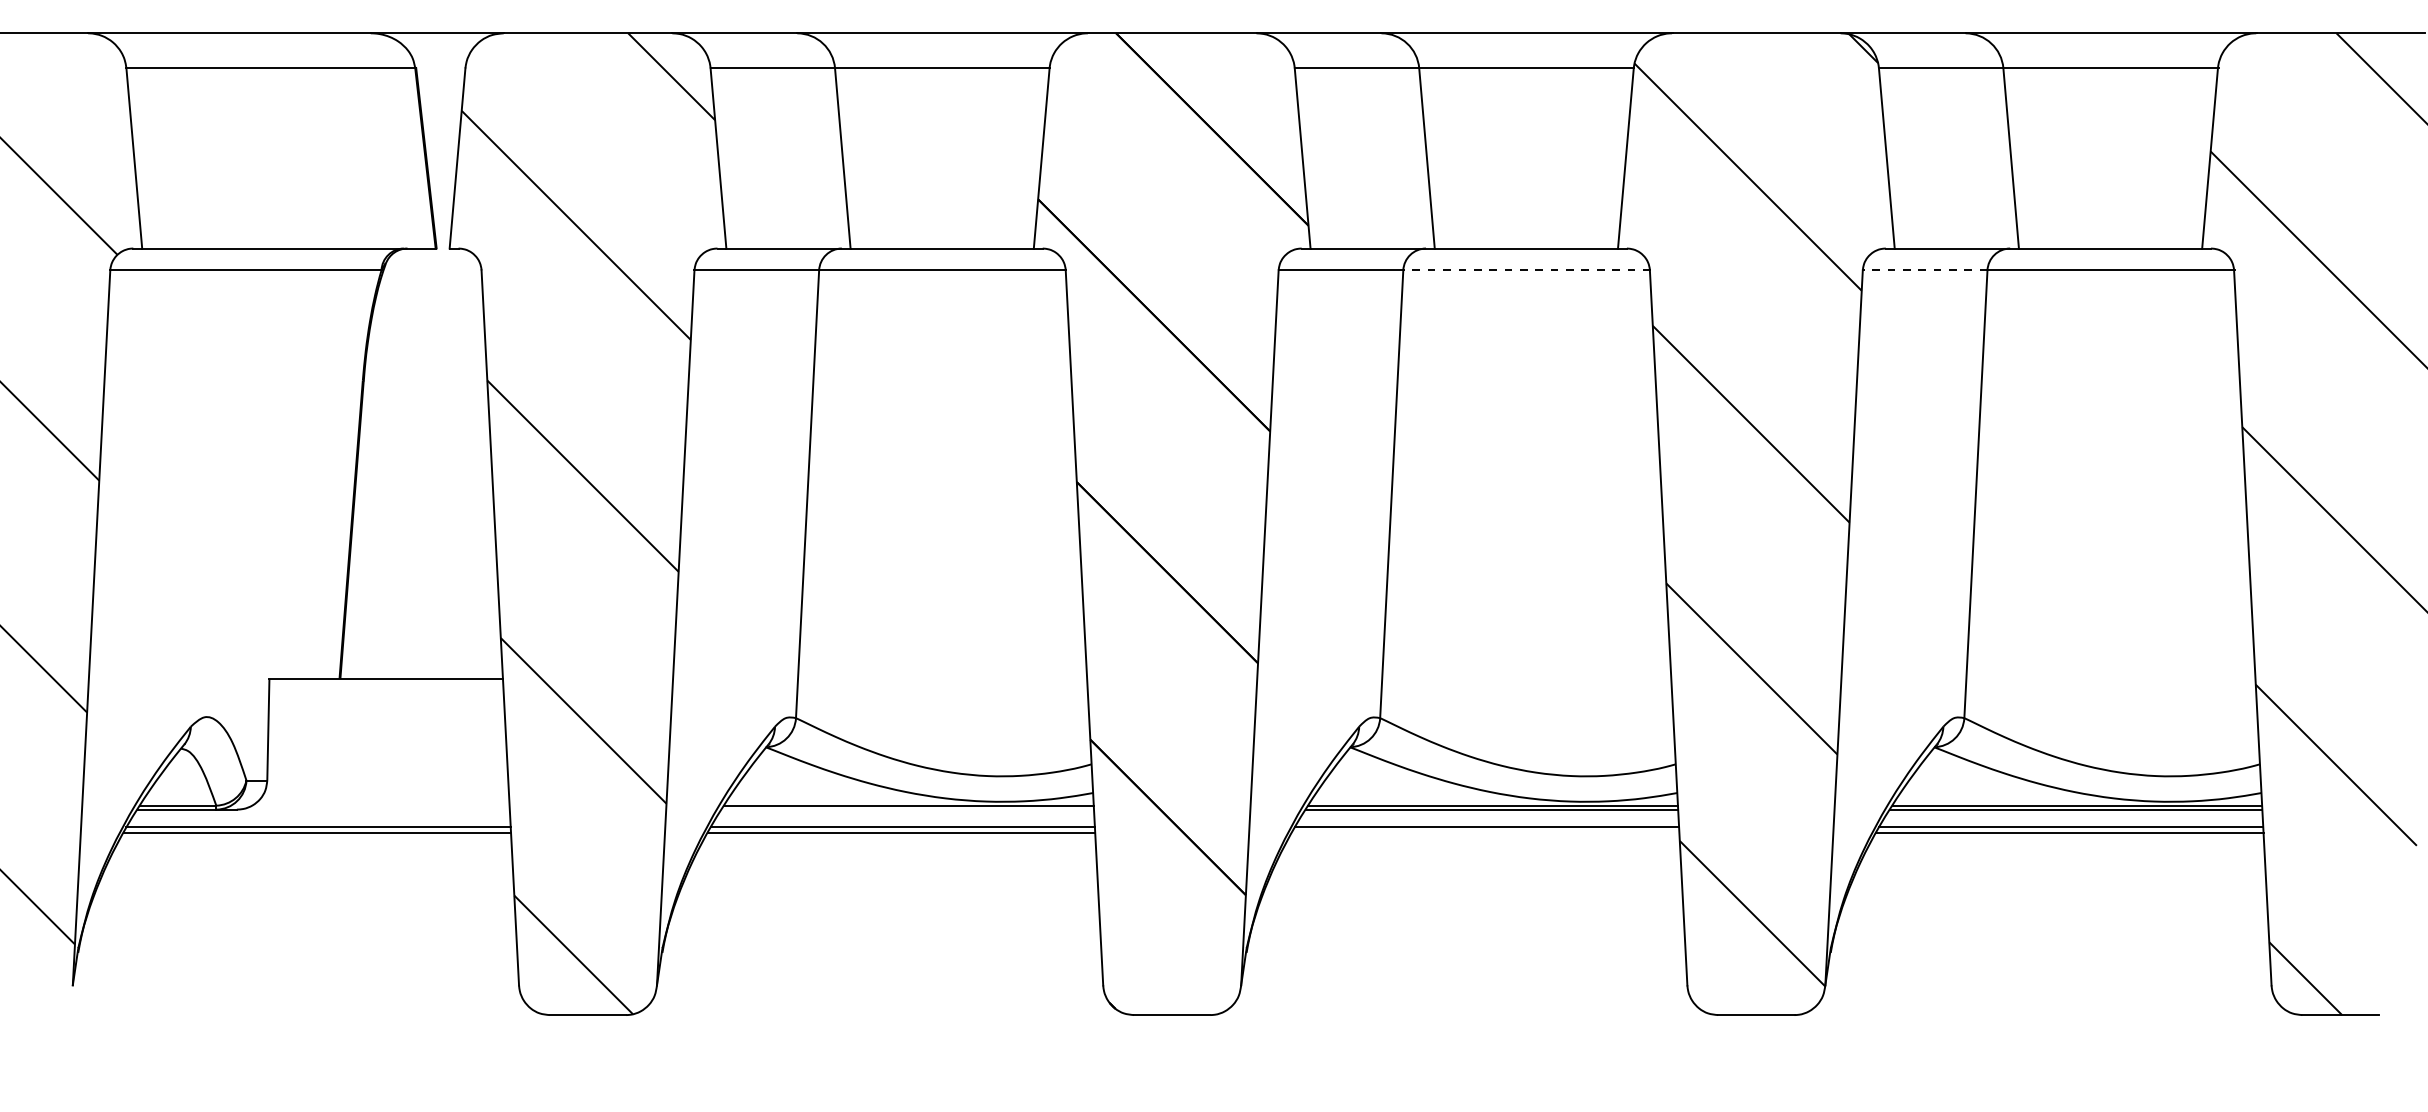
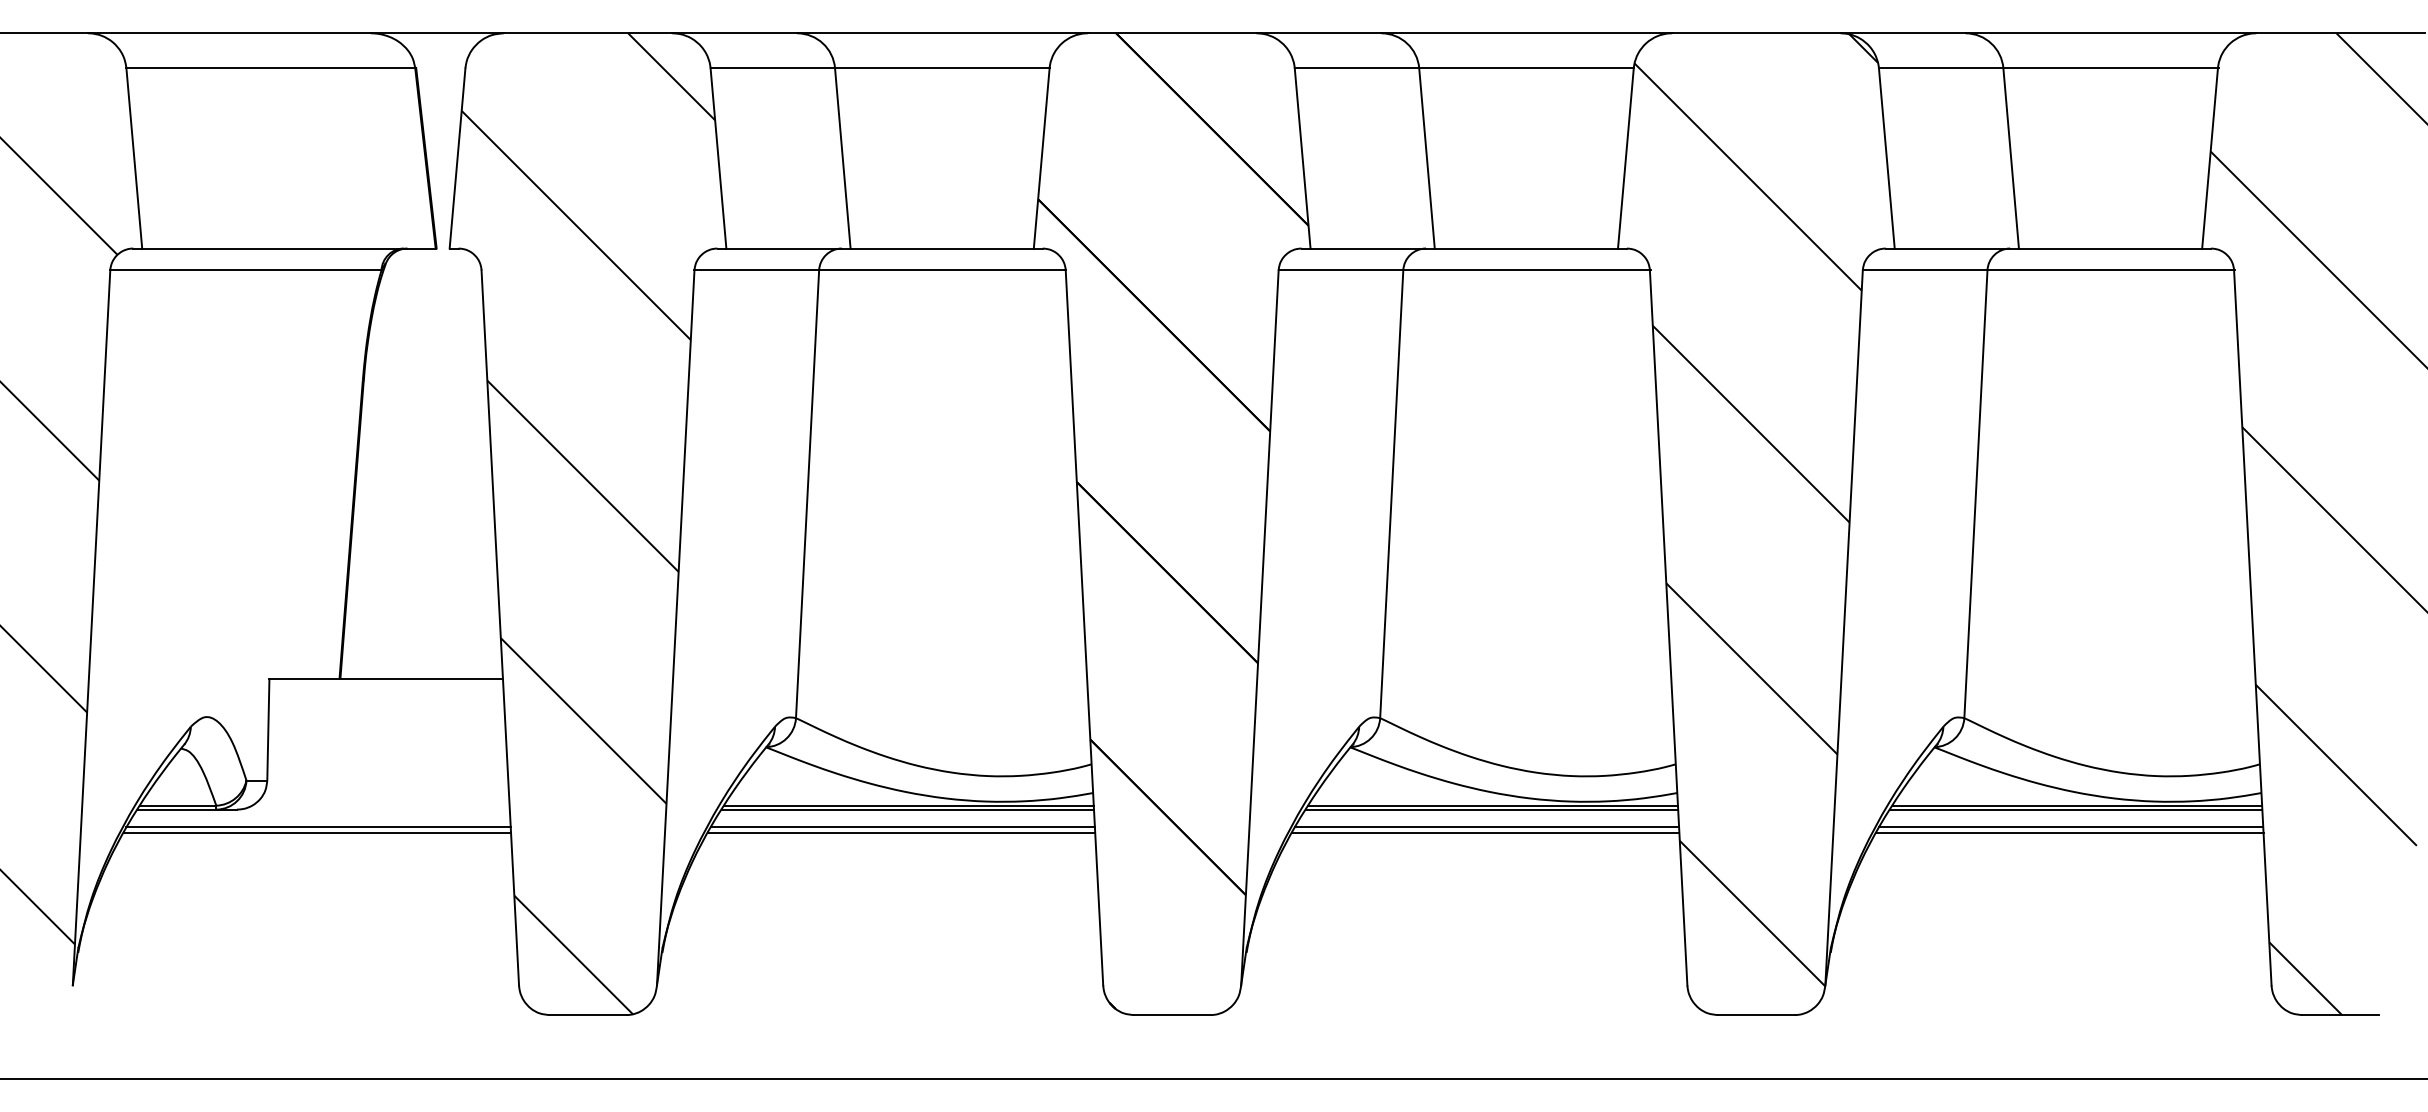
line at (1526, 270): dashed -> solid
line at (1924, 270): dashed -> solid
line at (907, 809): none -> present
line at (1485, 832): none -> present
line at (1213, 1078): none -> present
